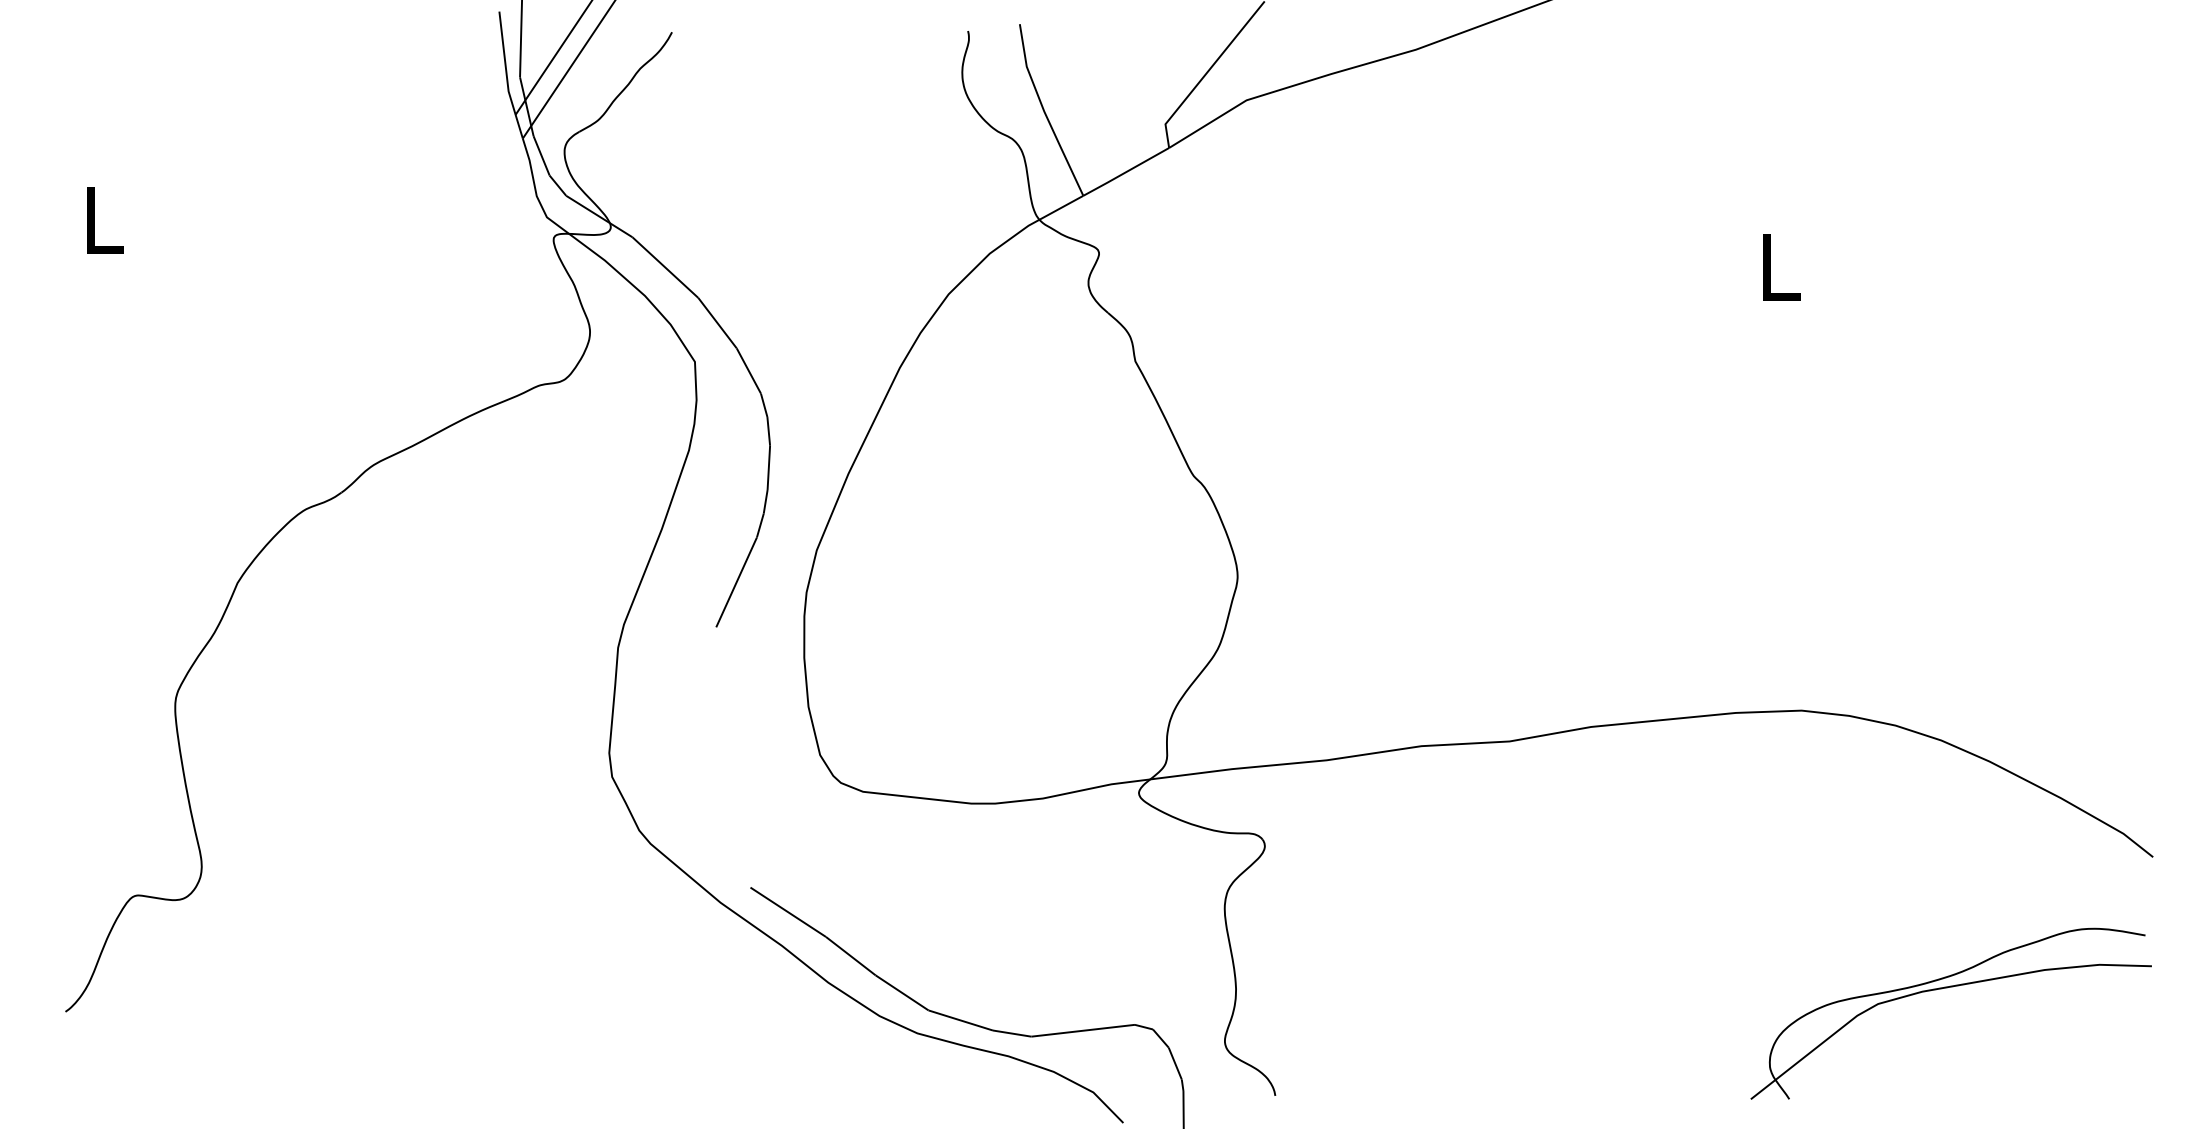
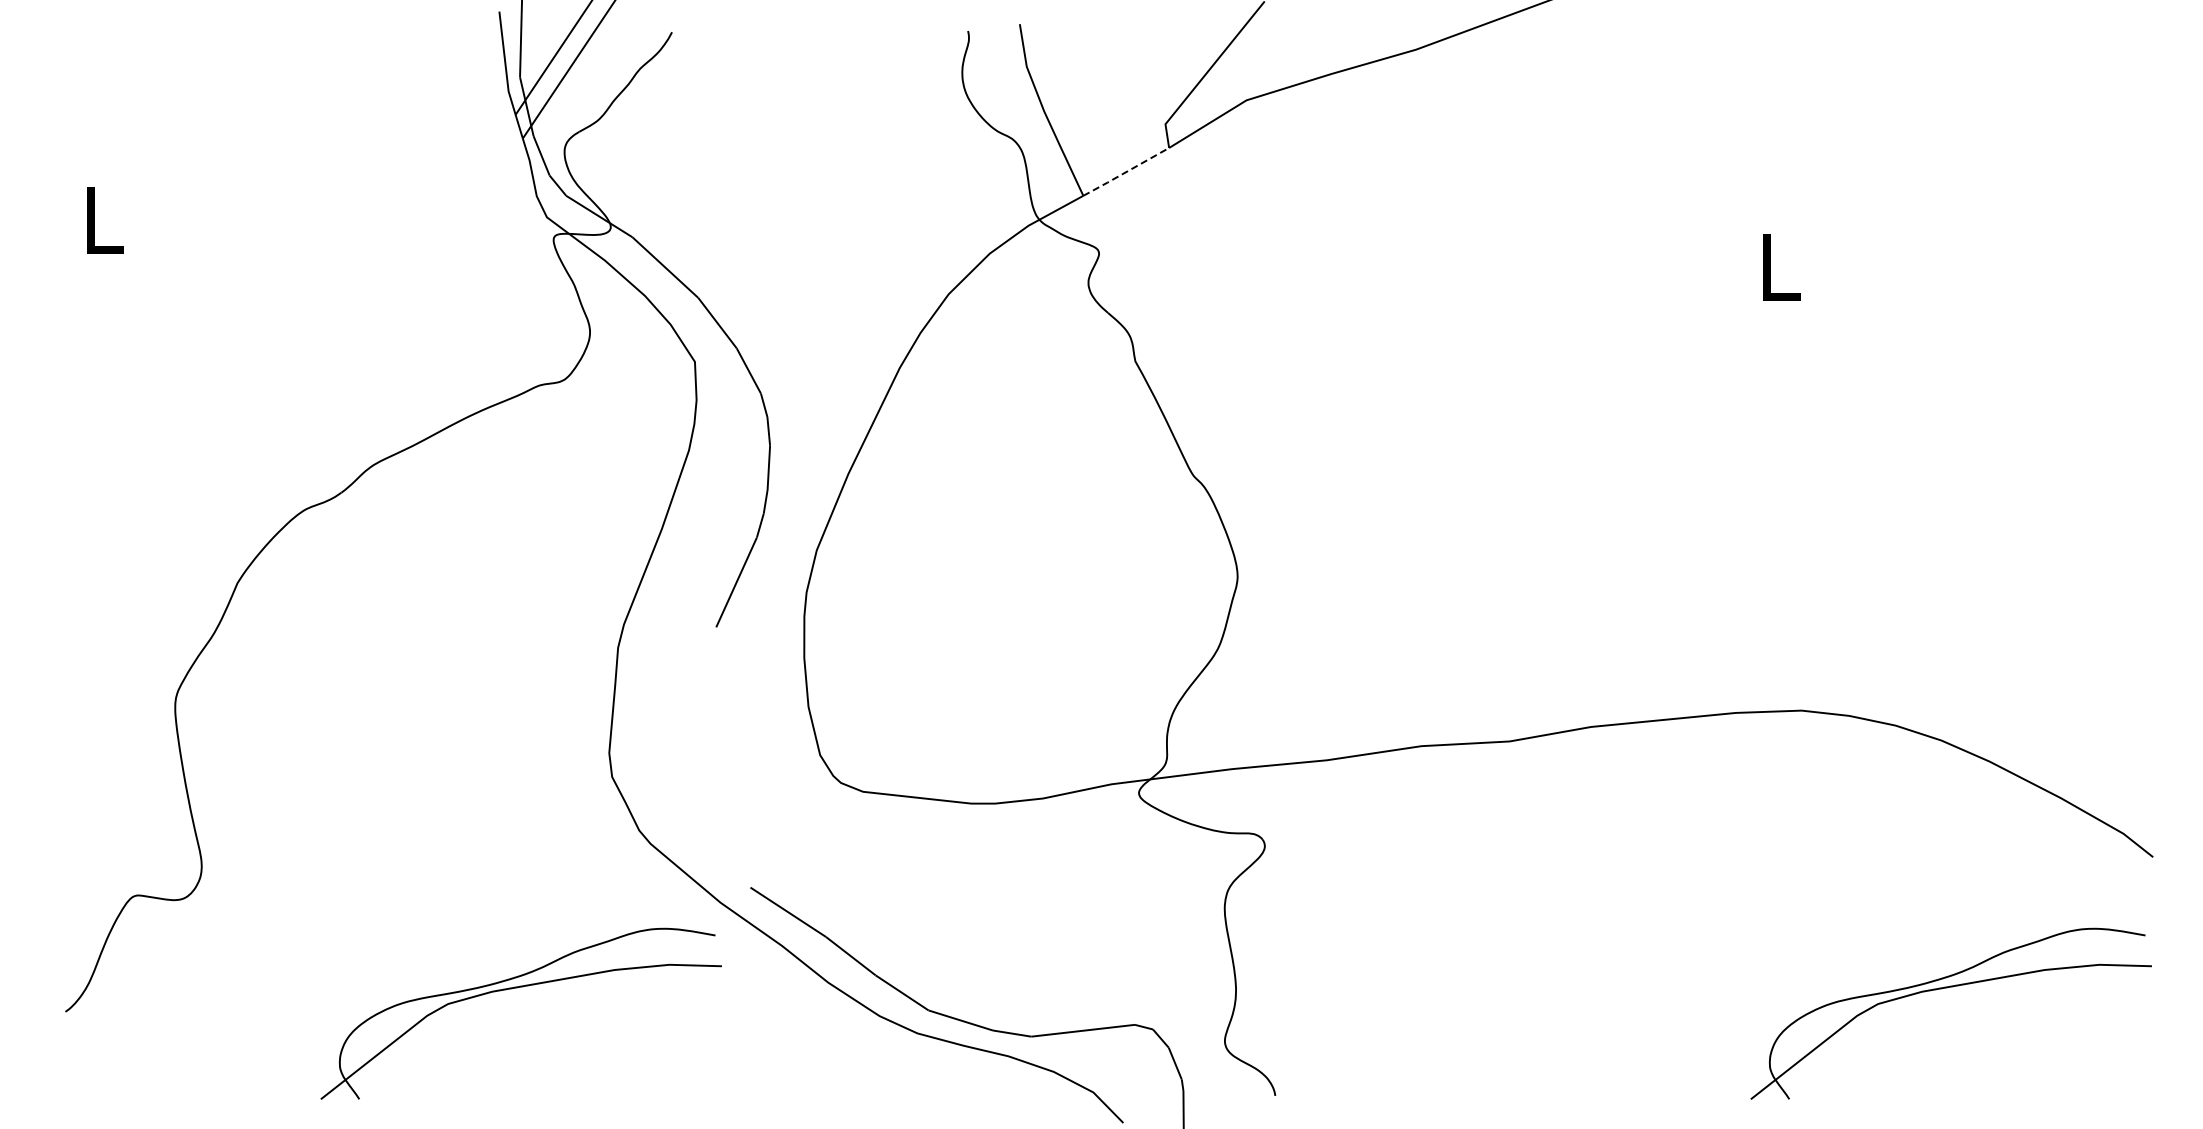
line at (1125, 172): solid -> dashed
part at (517, 988): none -> present
